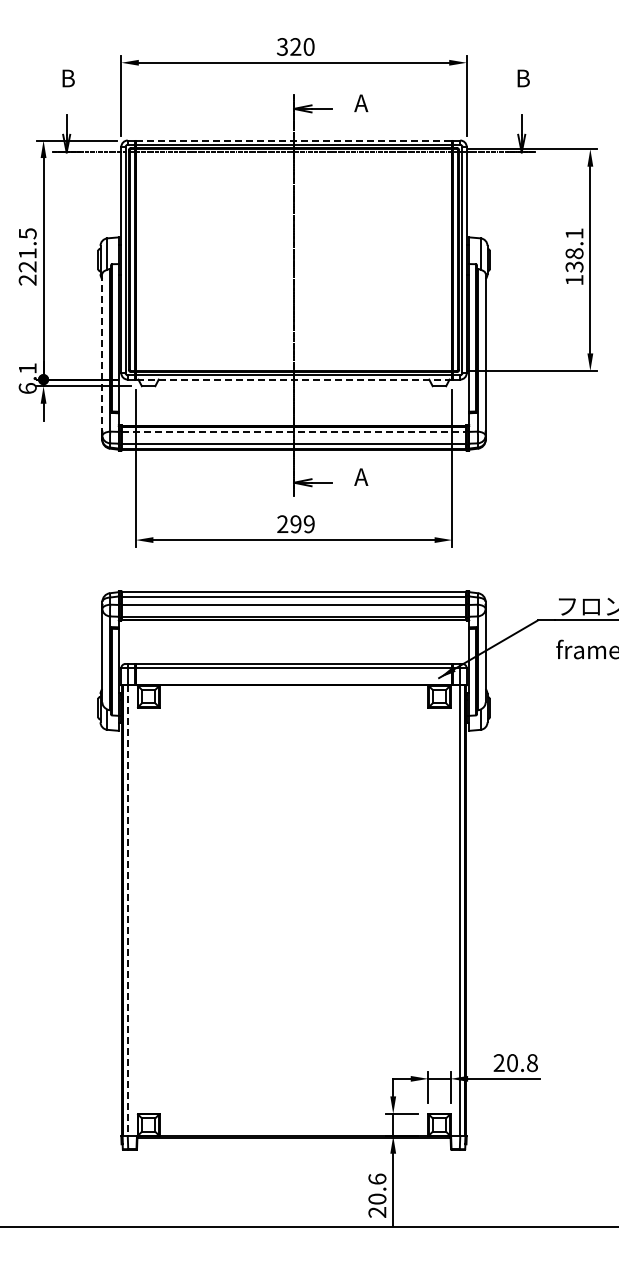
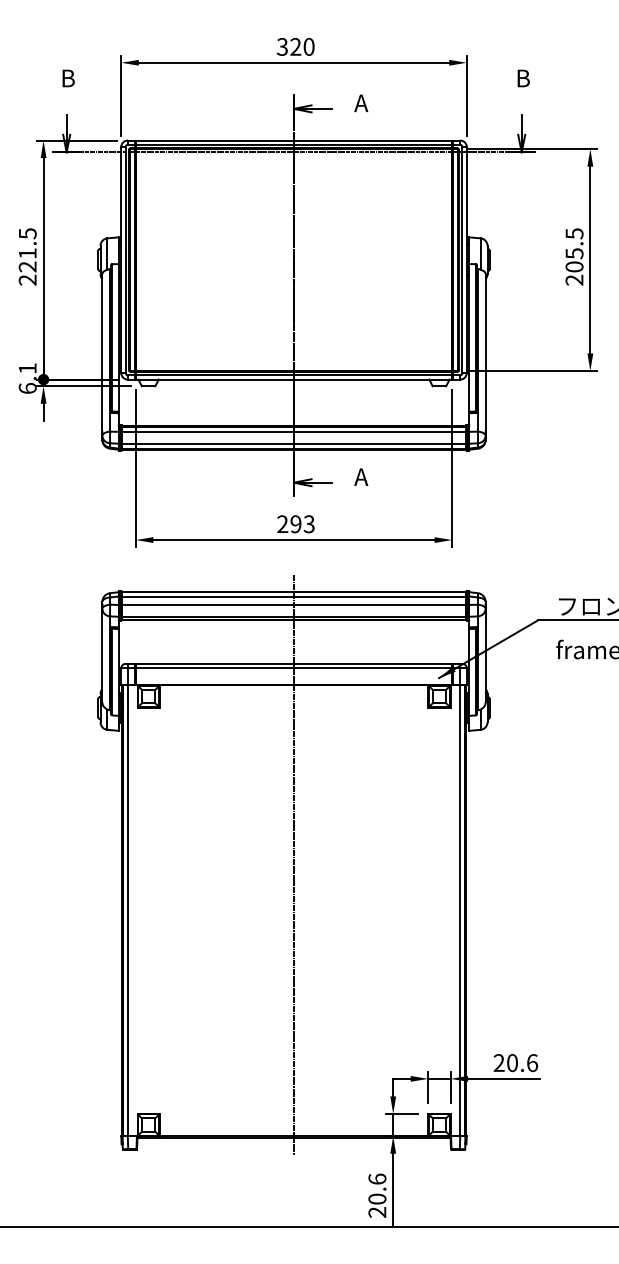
line at (294, 140): dashed -> solid
text at (574, 256): 138.1 -> 205.5
line at (102, 352): dashed -> solid
line at (293, 379): dashed -> solid
line at (294, 431): dashed -> solid
text at (308, 524): 299 -> 293
line at (294, 864): none -> present
line at (128, 911): dashed -> solid
text at (532, 1062): 20.8 -> 20.6
